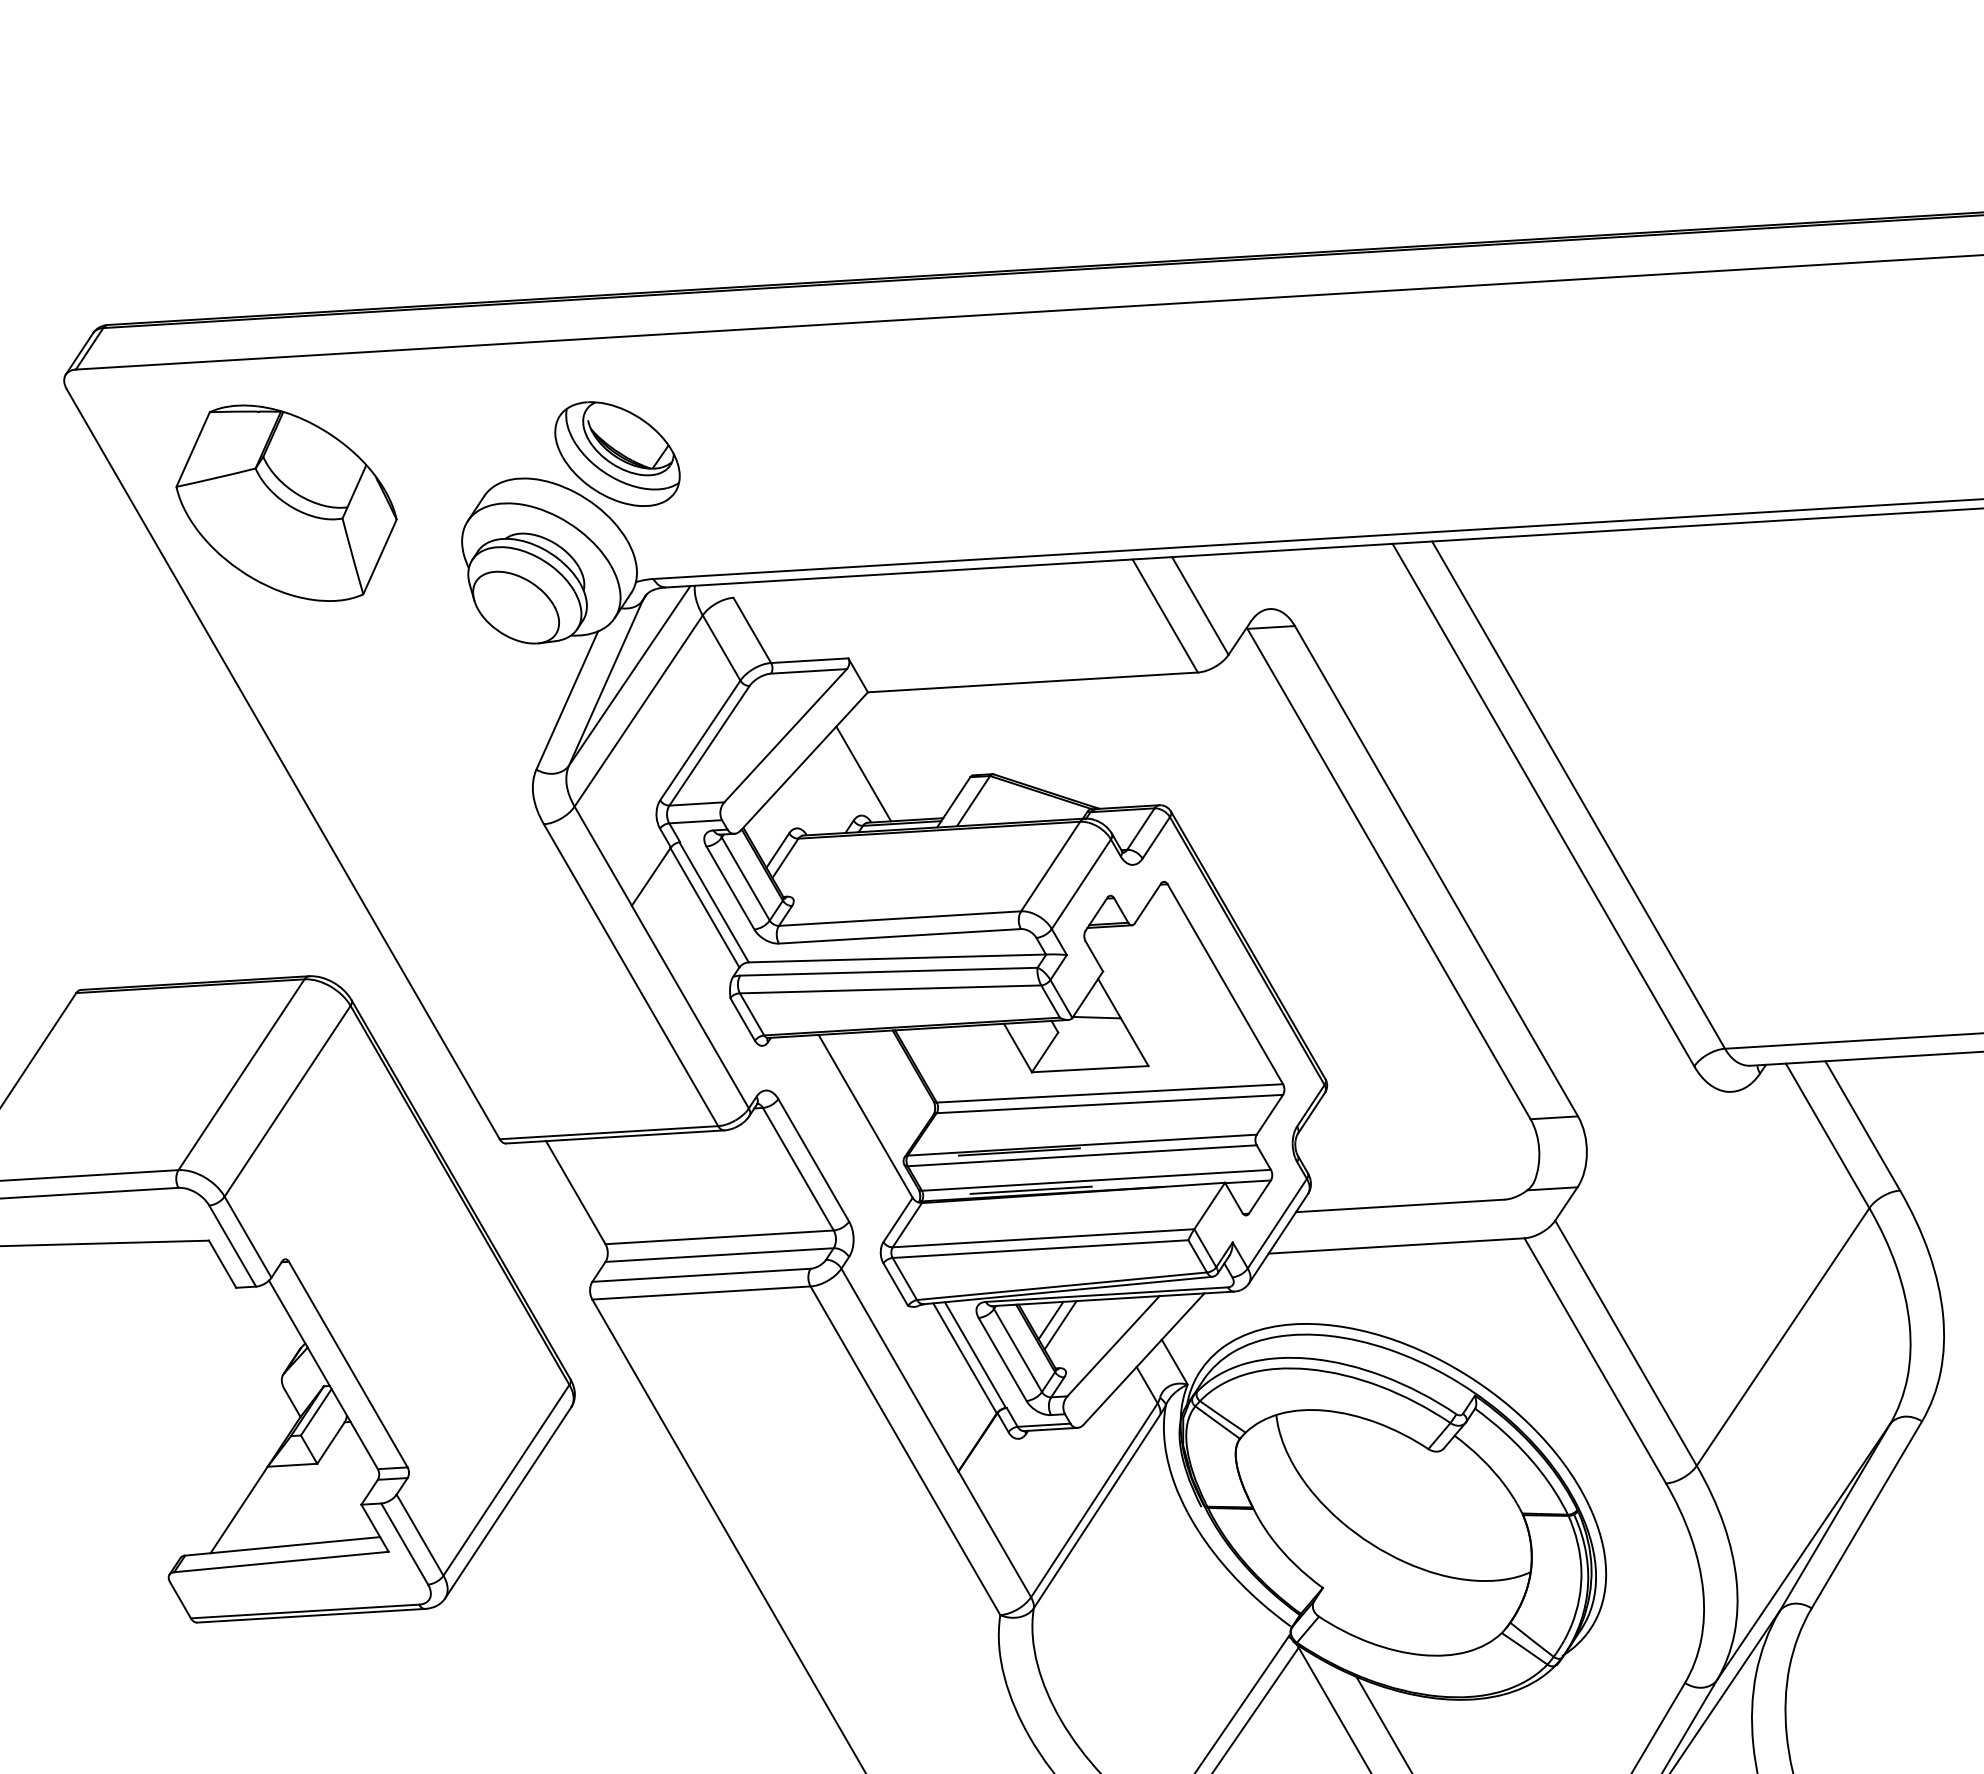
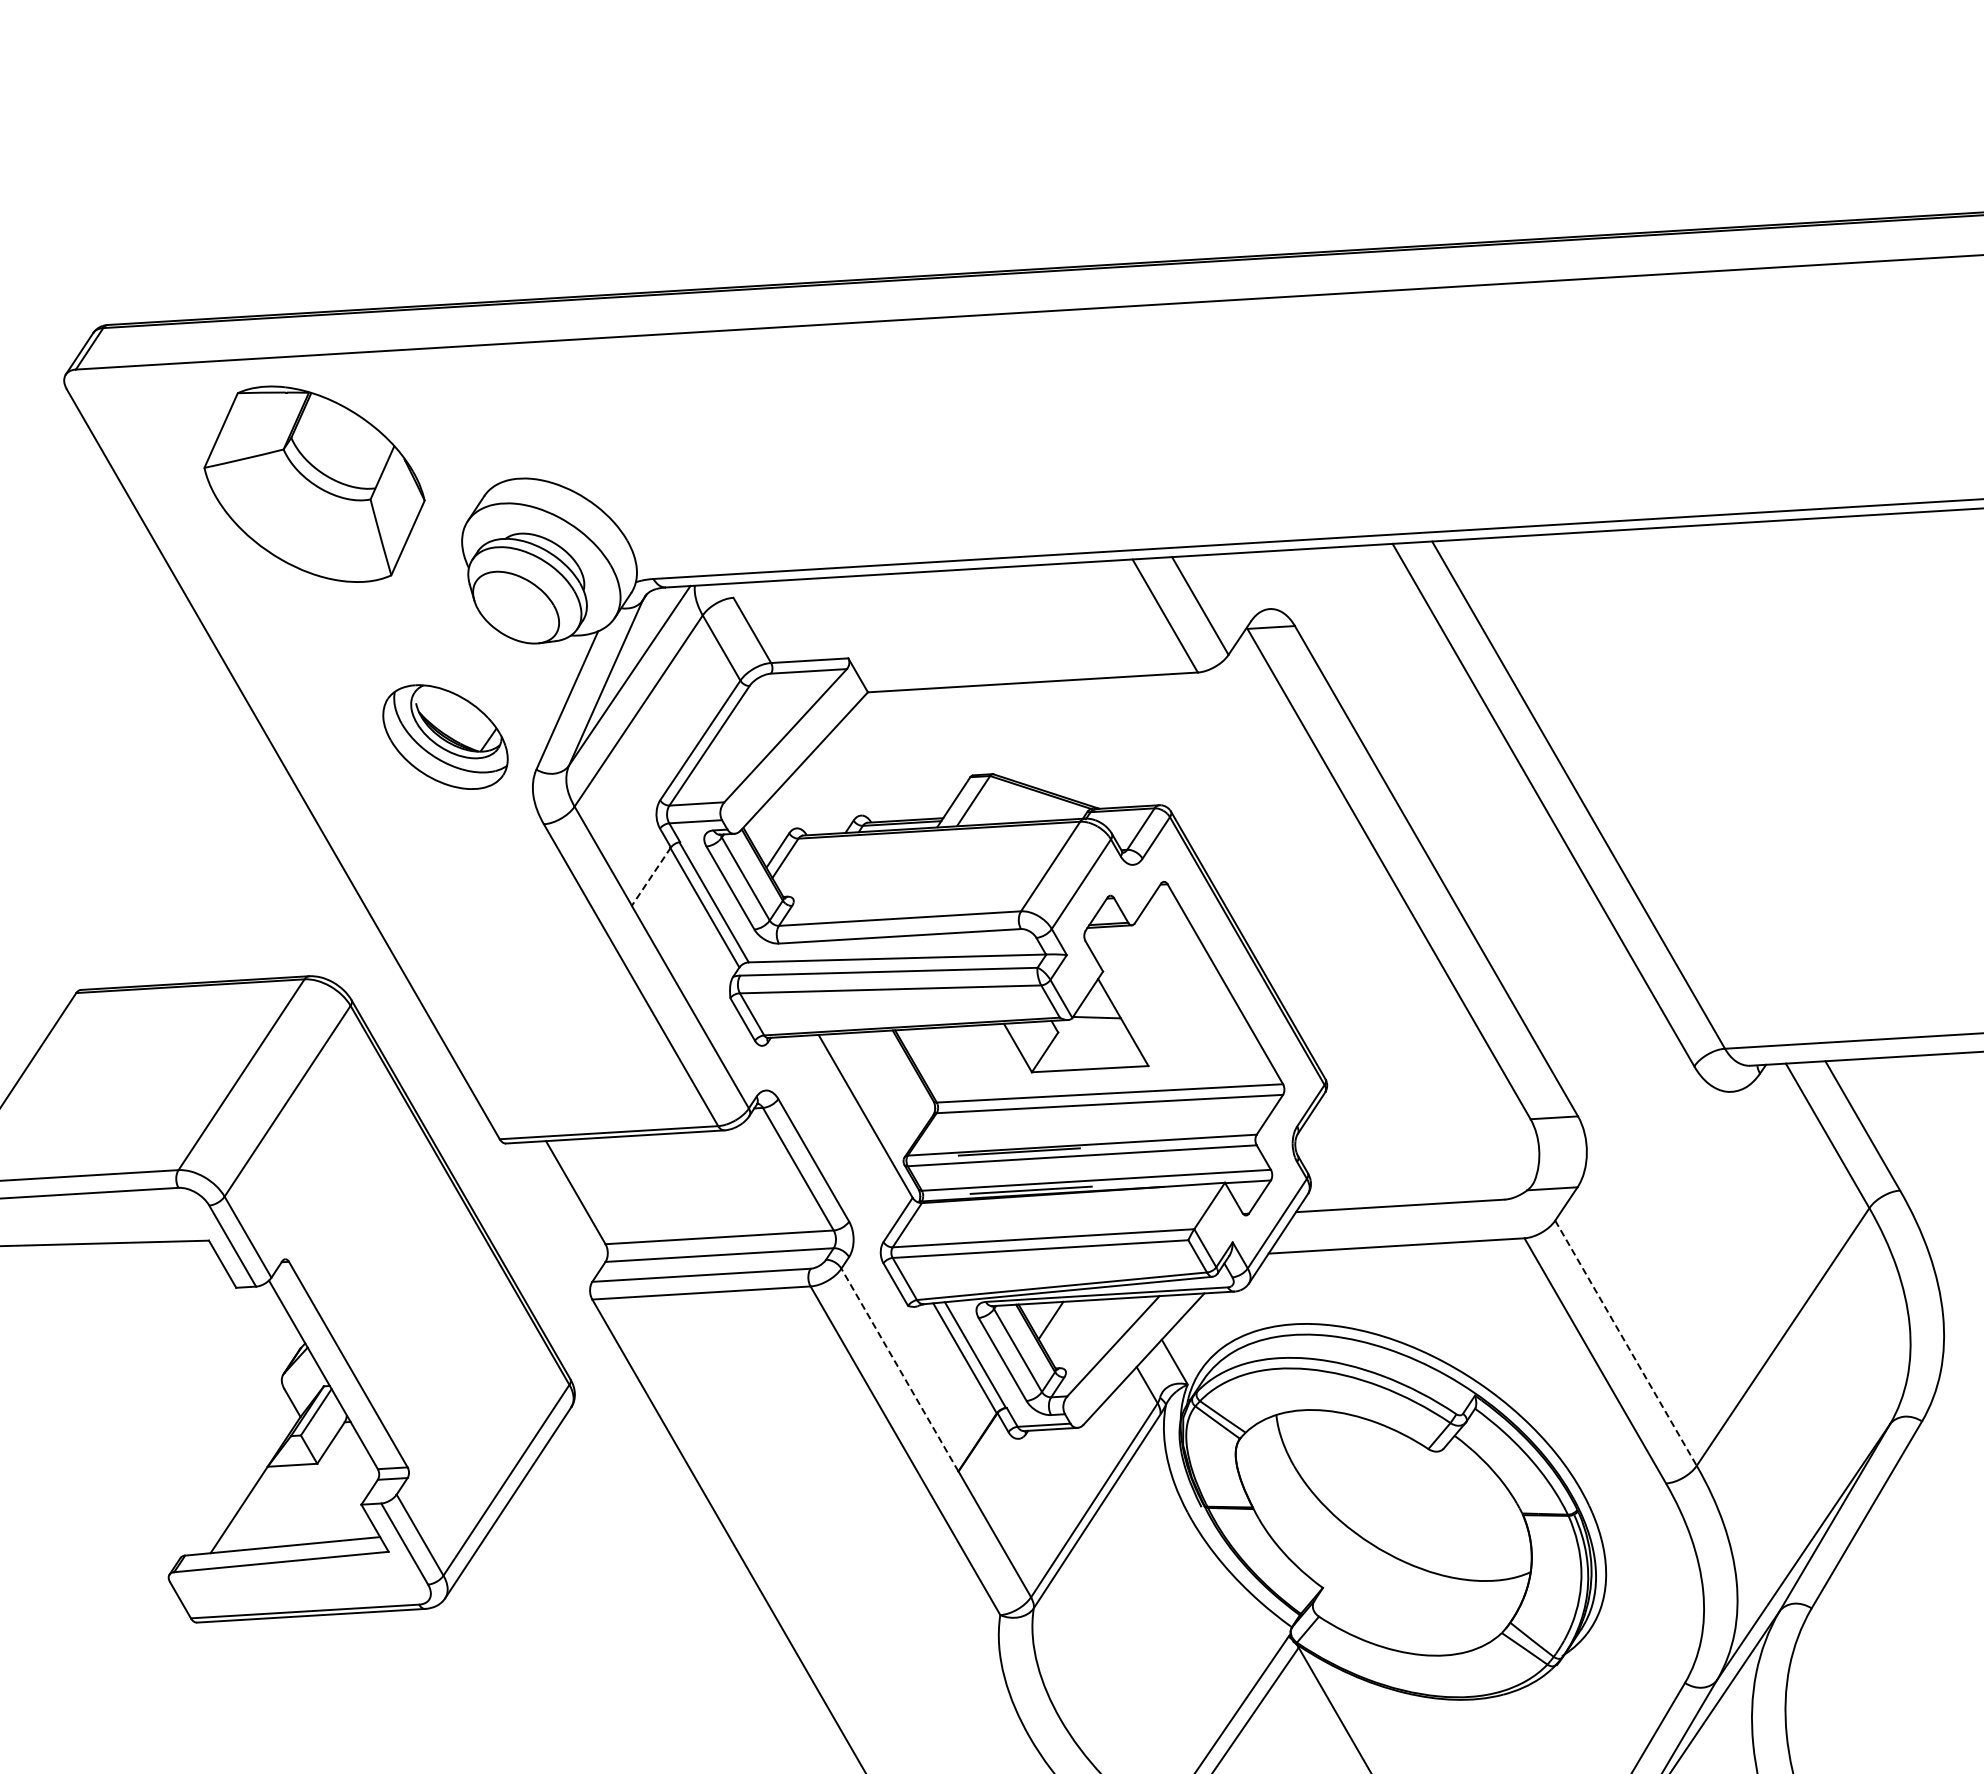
part at (617, 453) position: (617, 453) -> (445, 736)
part at (286, 502) position: (286, 502) -> (314, 483)
line at (863, 773): present -> none
line at (651, 877): solid -> dashed
line at (1060, 1325): present -> none
line at (1625, 1343): solid -> dashed
line at (899, 1369): solid -> dashed
line at (1382, 1722): present -> none
